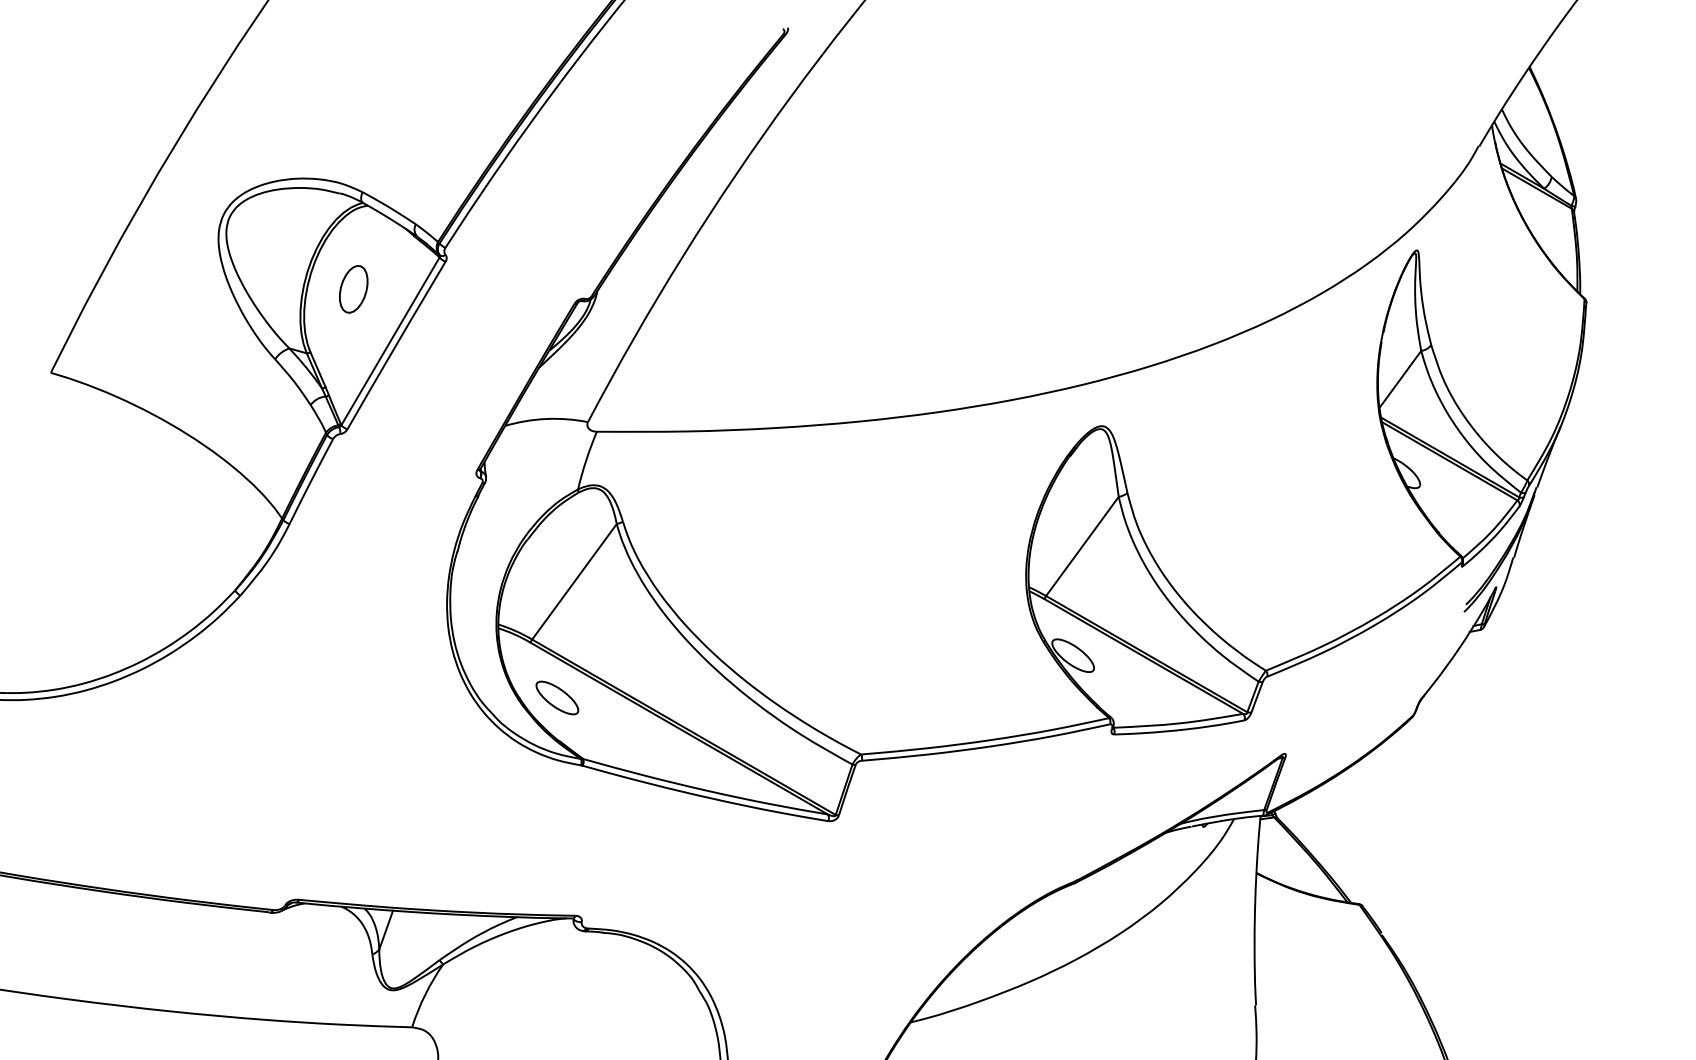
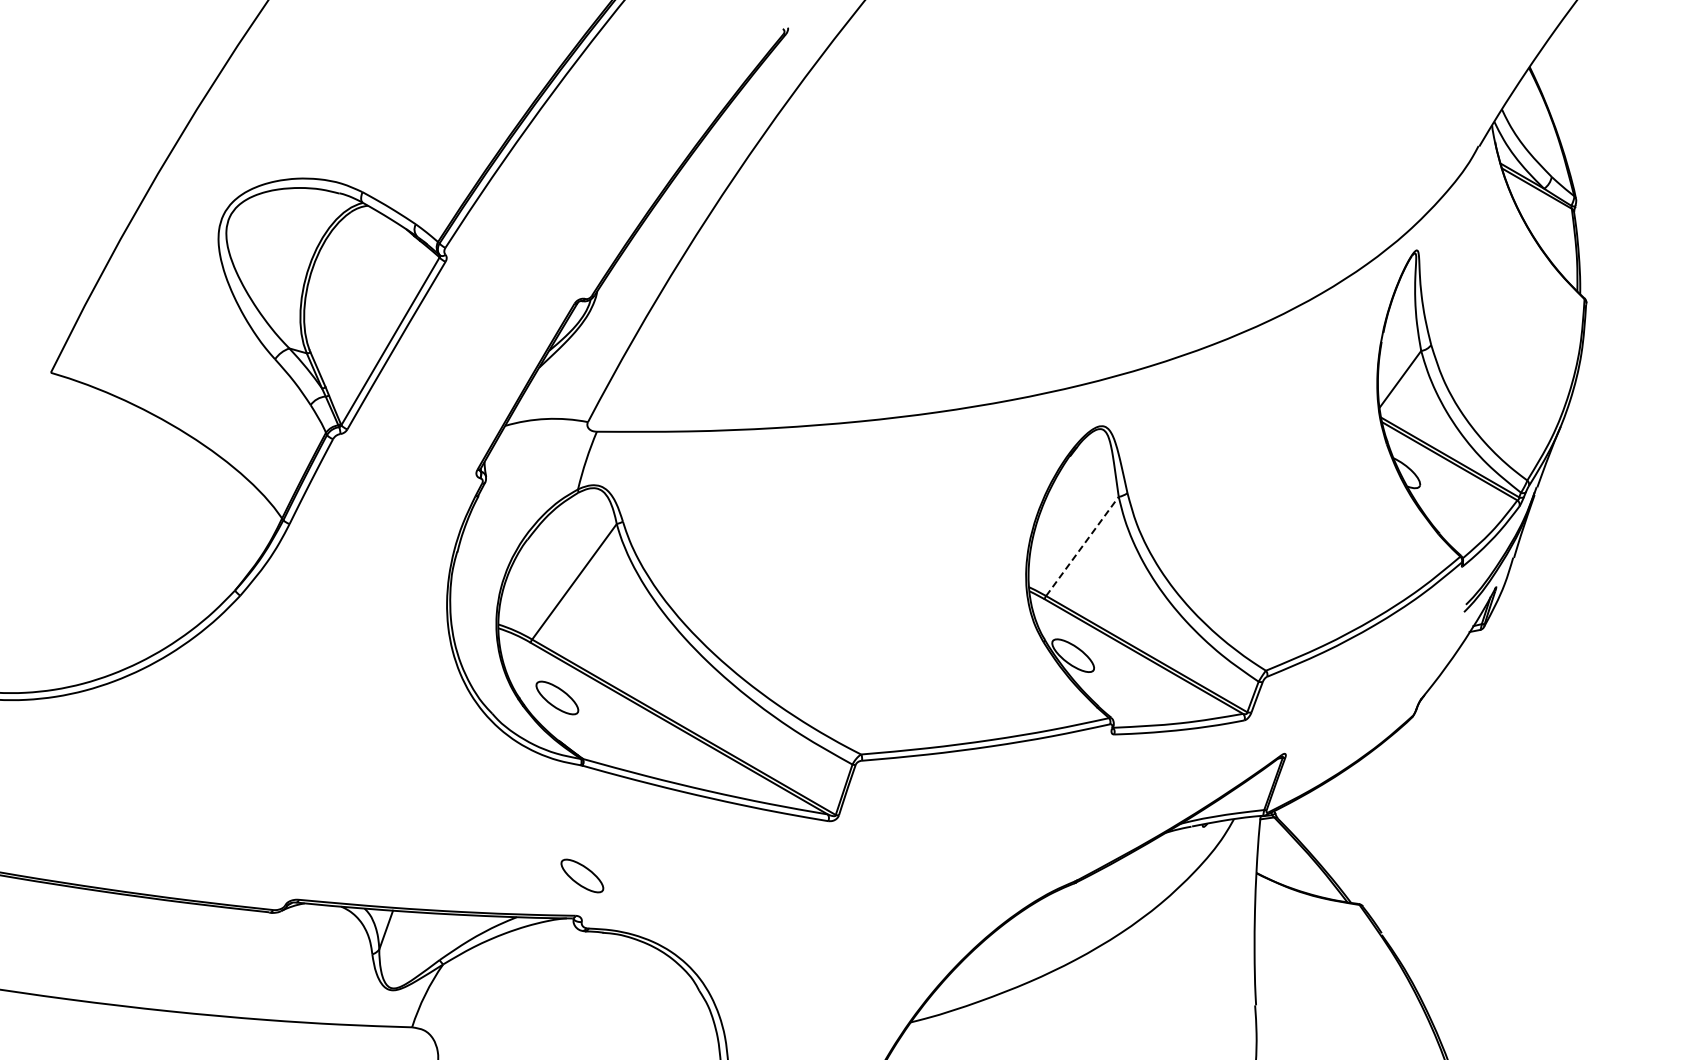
part at (353, 289): present -> none
line at (1082, 546): solid -> dashed
part at (582, 875): none -> present
